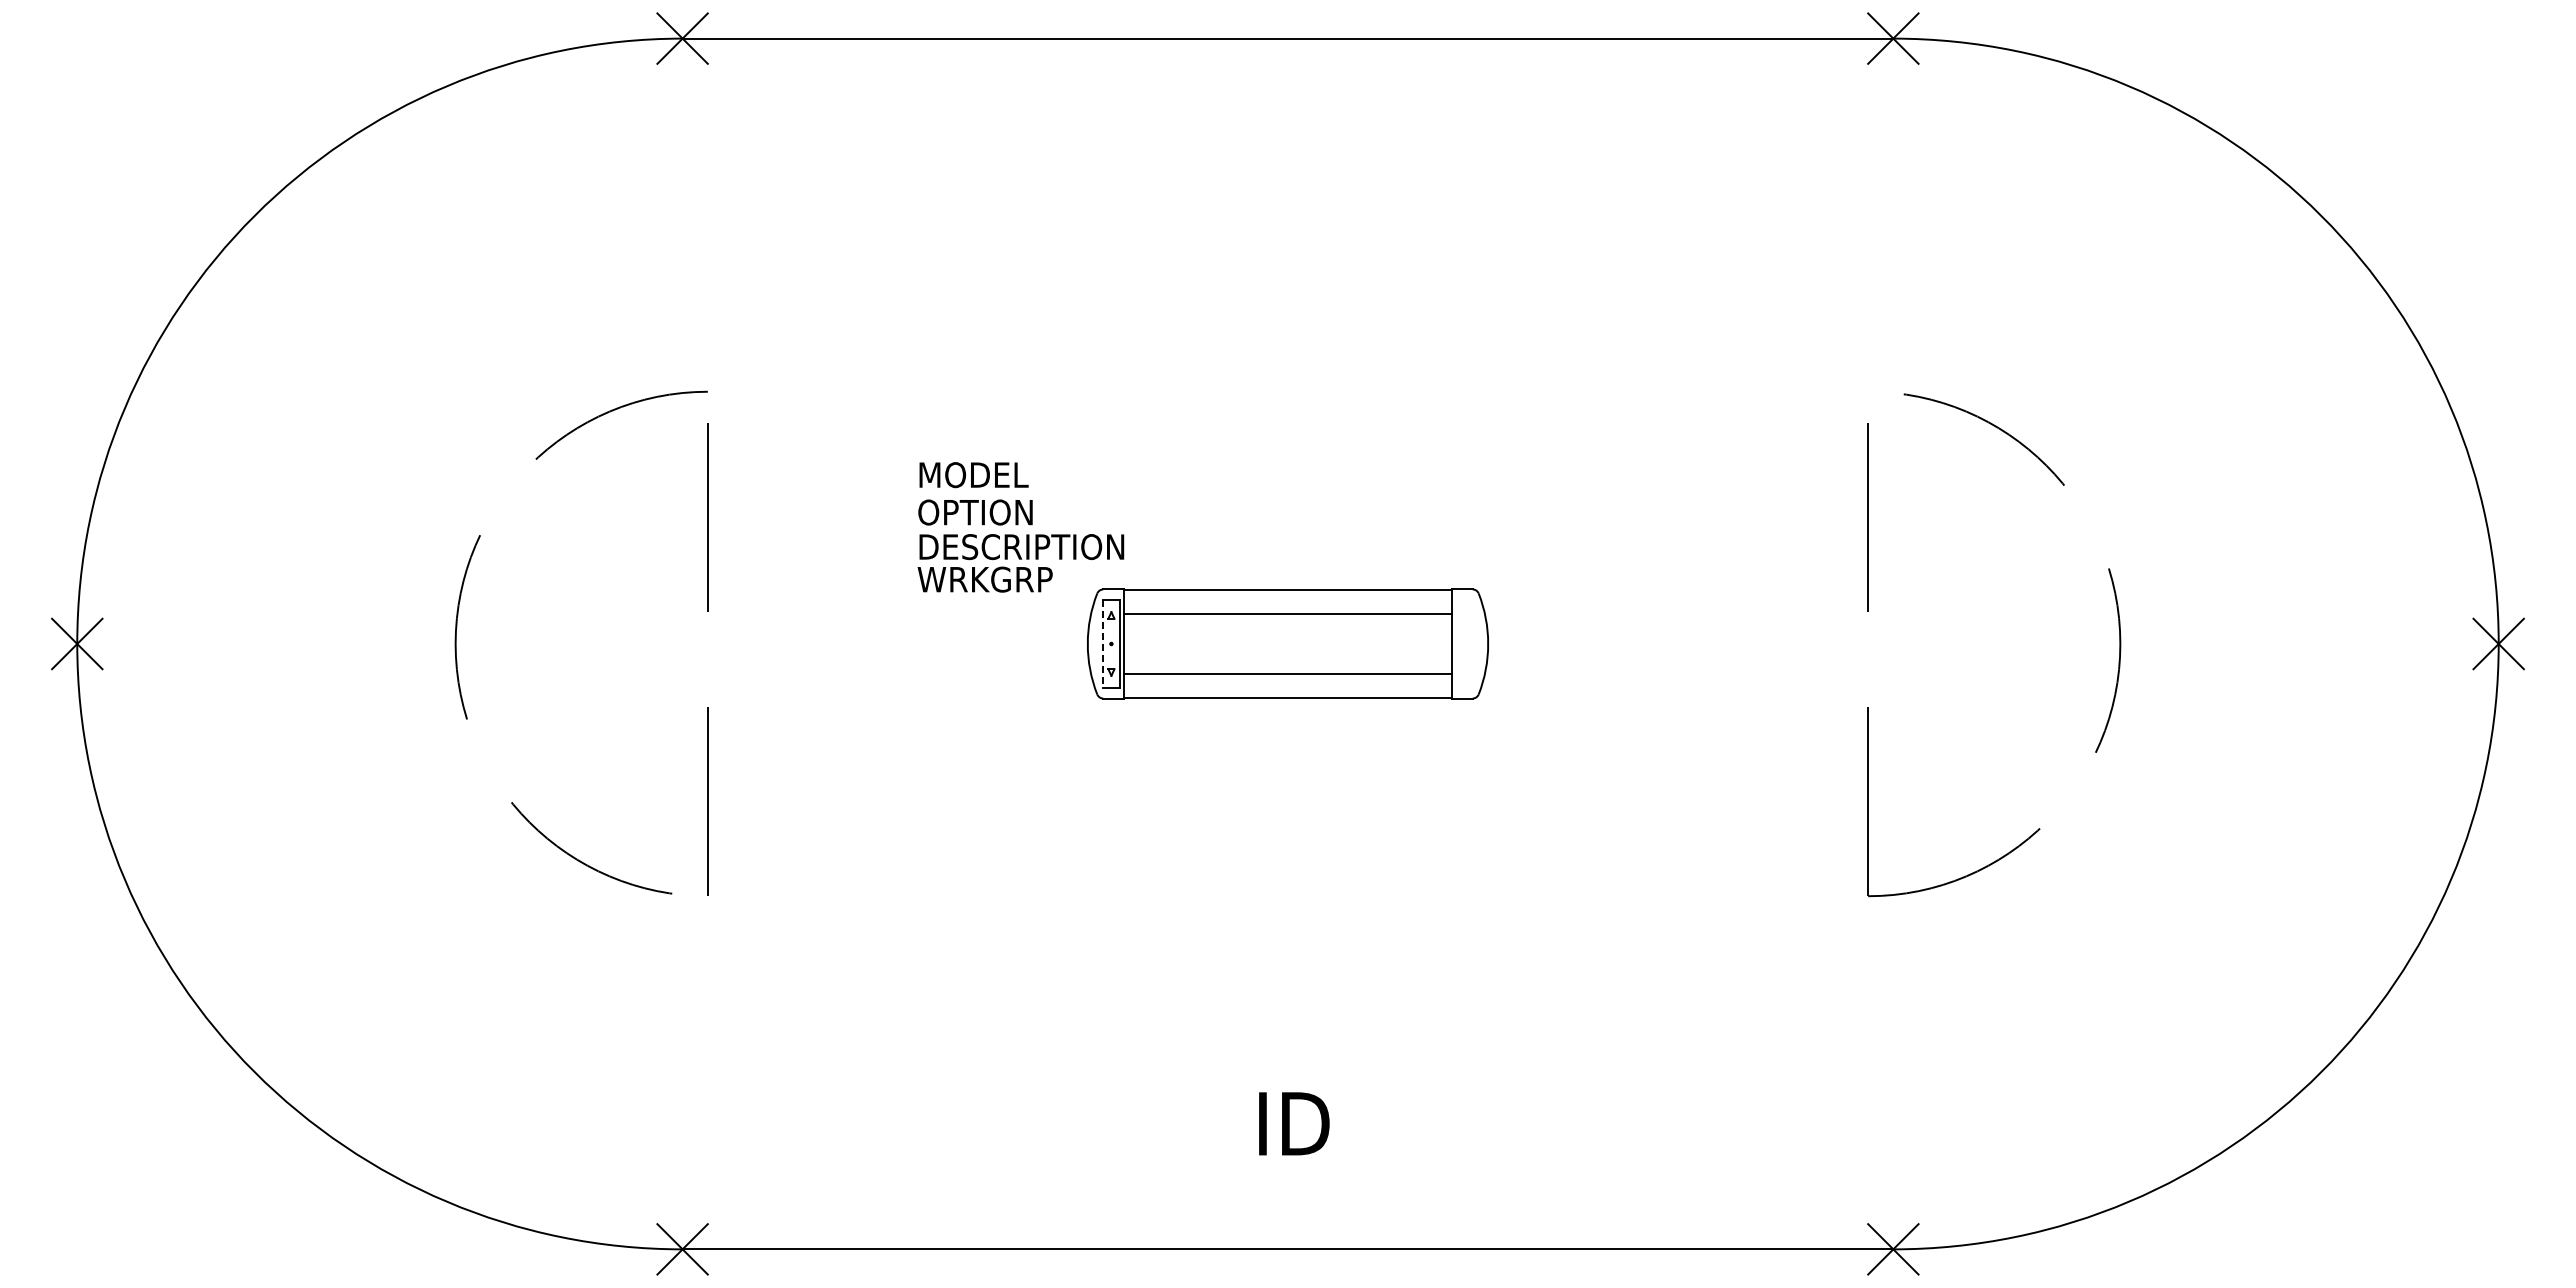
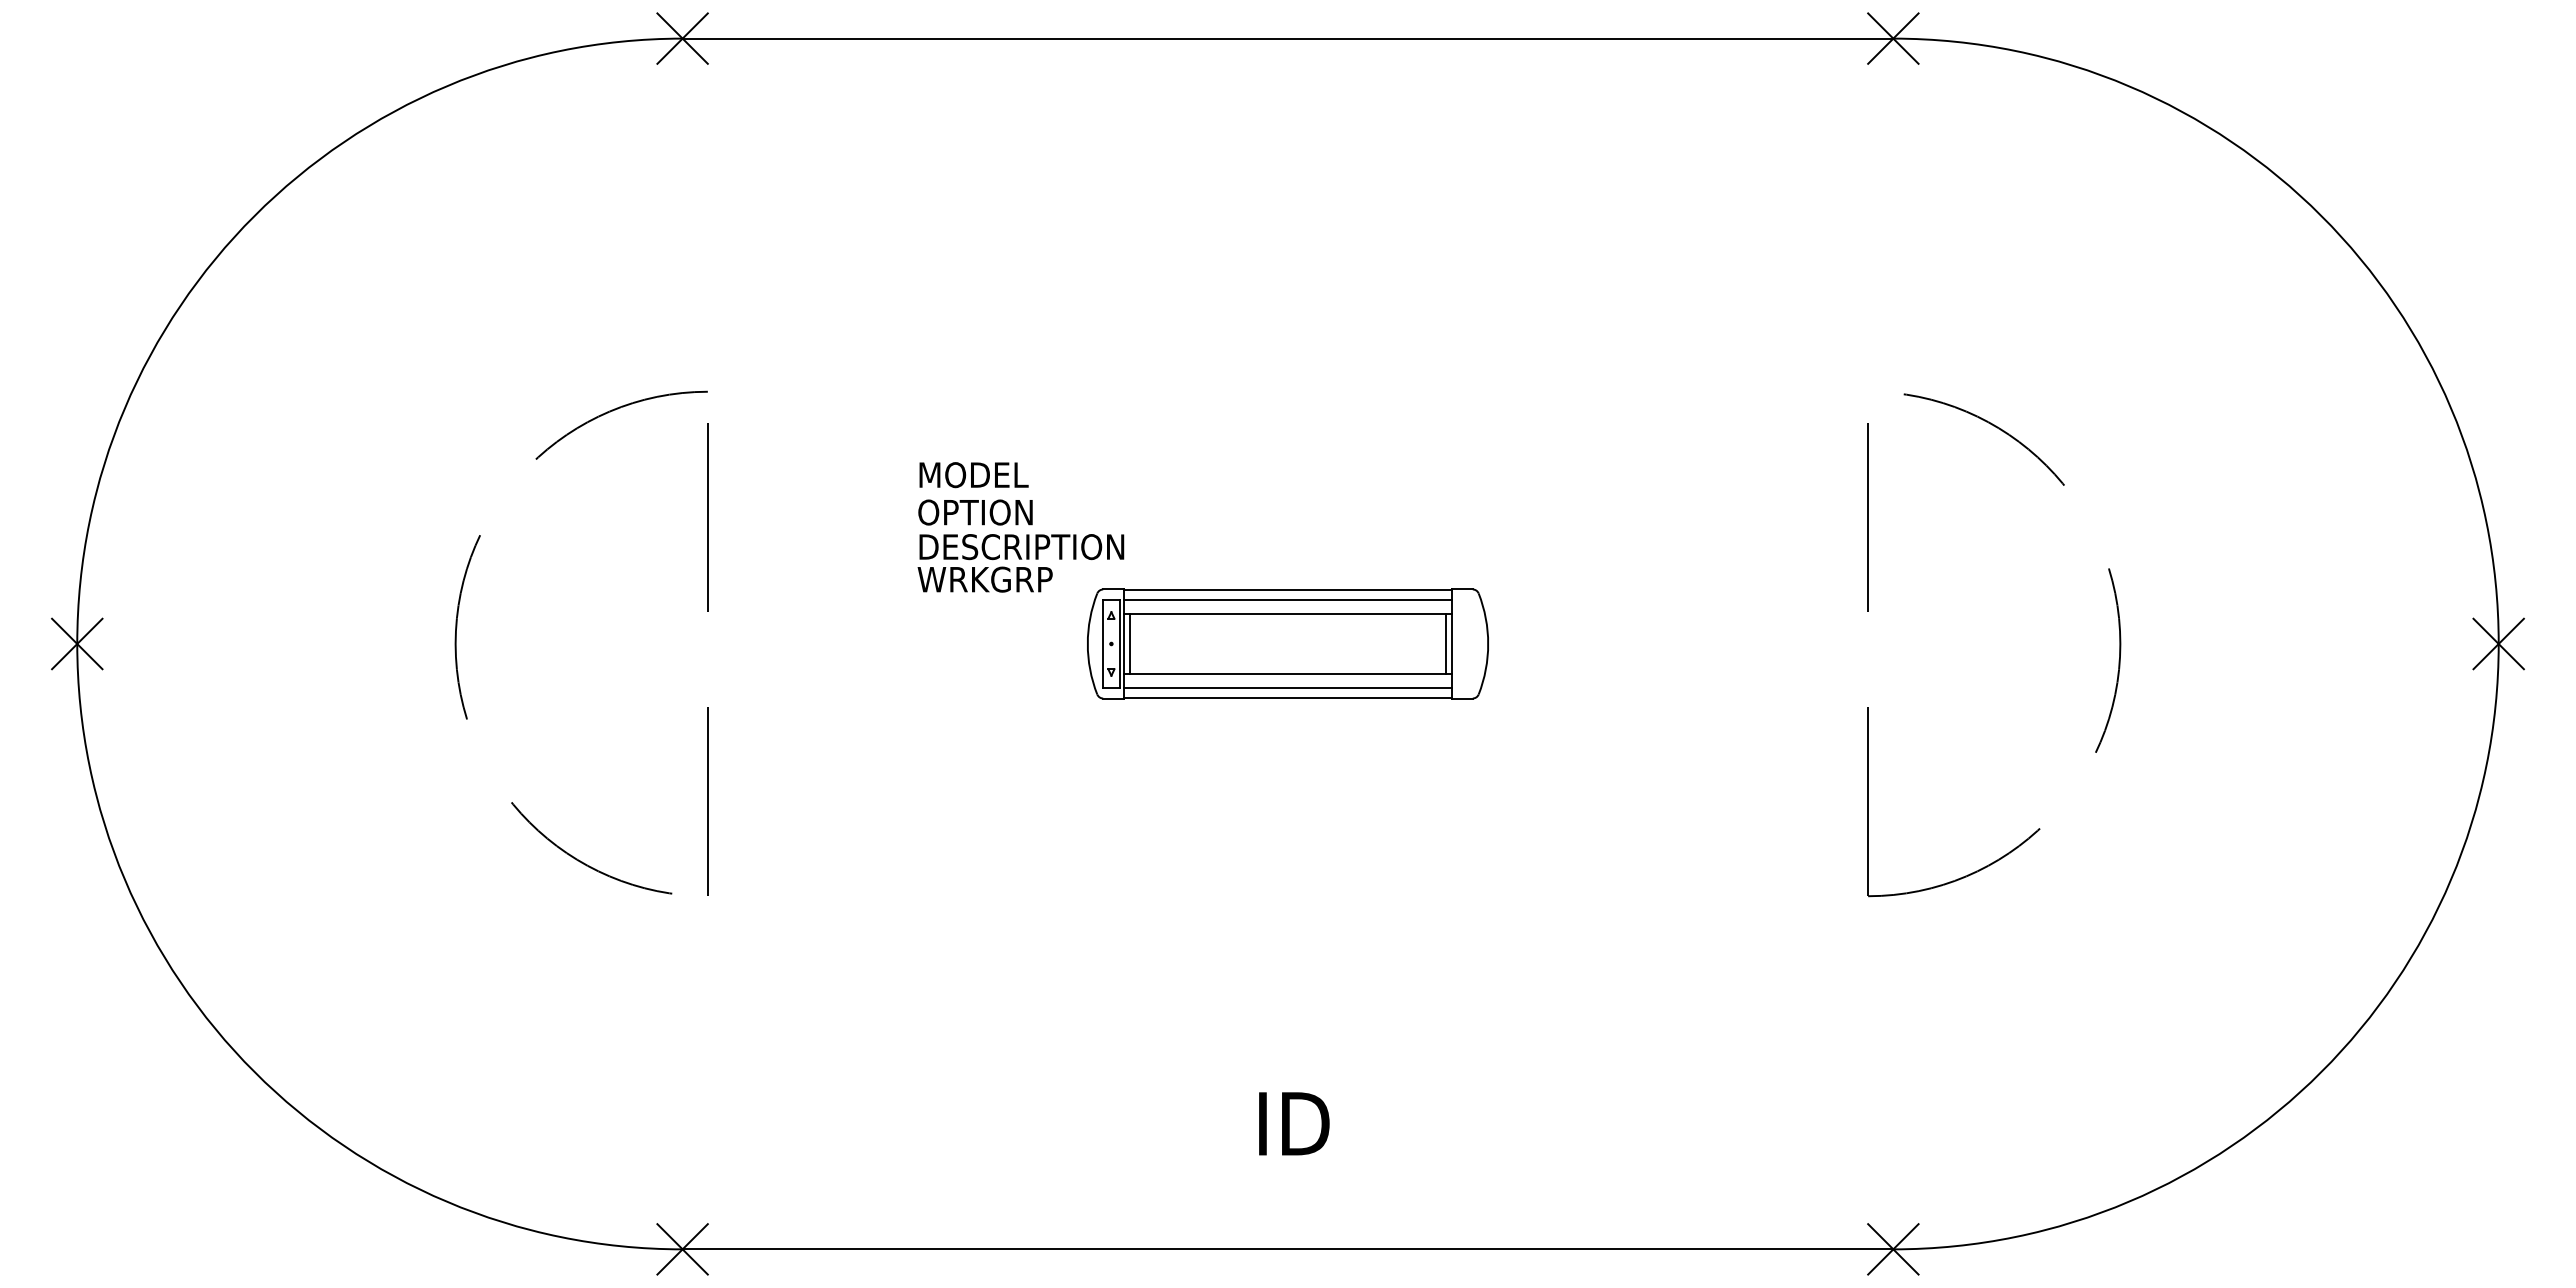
line at (1287, 600): none -> present
line at (1130, 643): none -> present
line at (1445, 643): none -> present
line at (1102, 644): dashed -> solid
line at (1287, 687): none -> present
